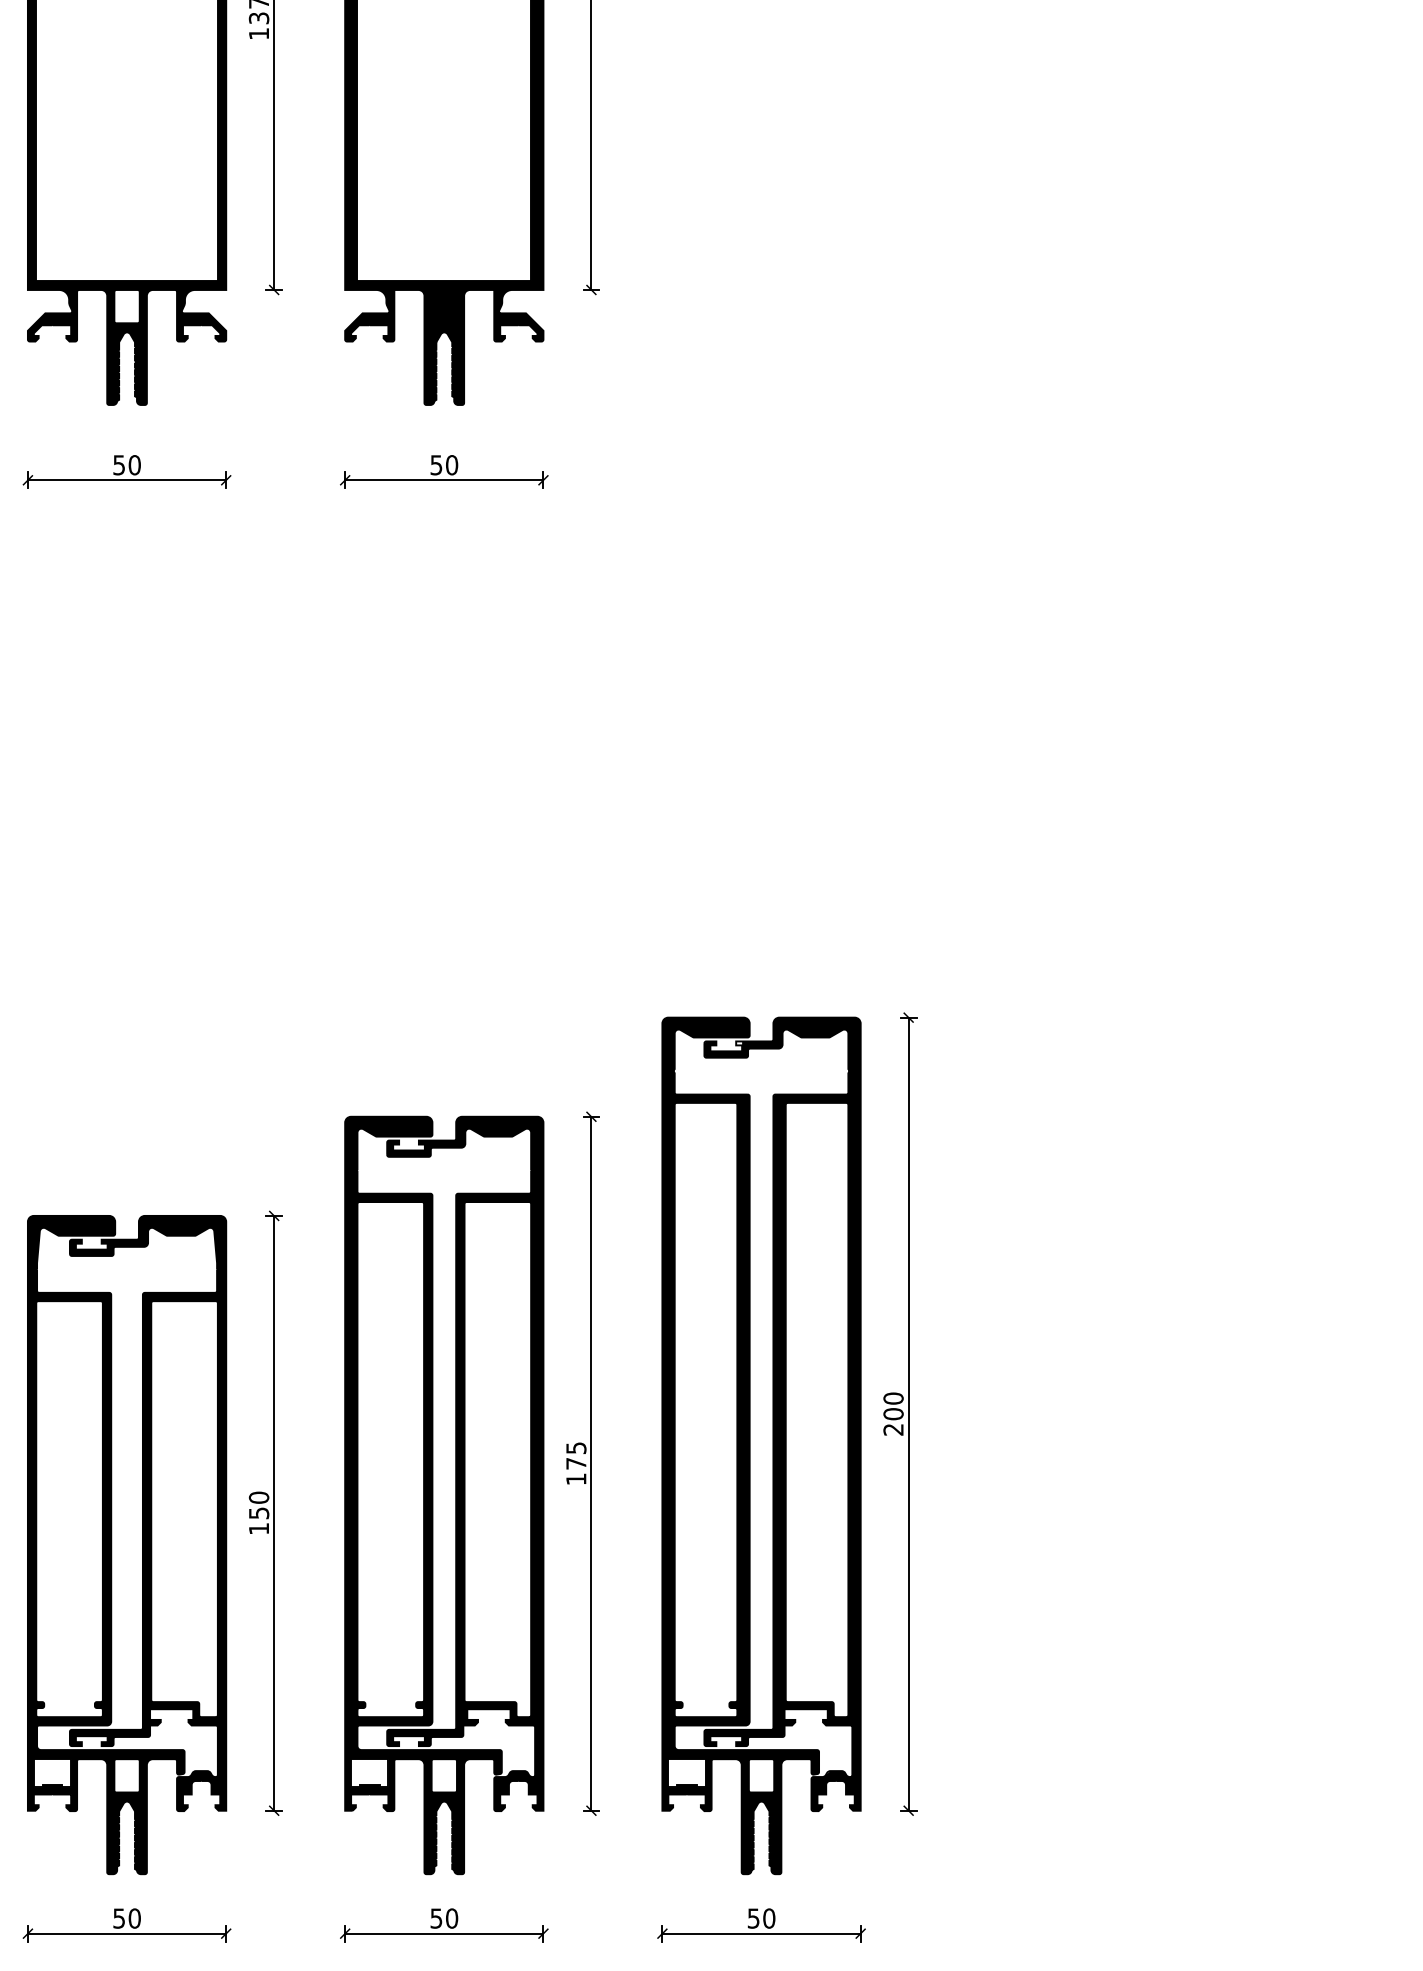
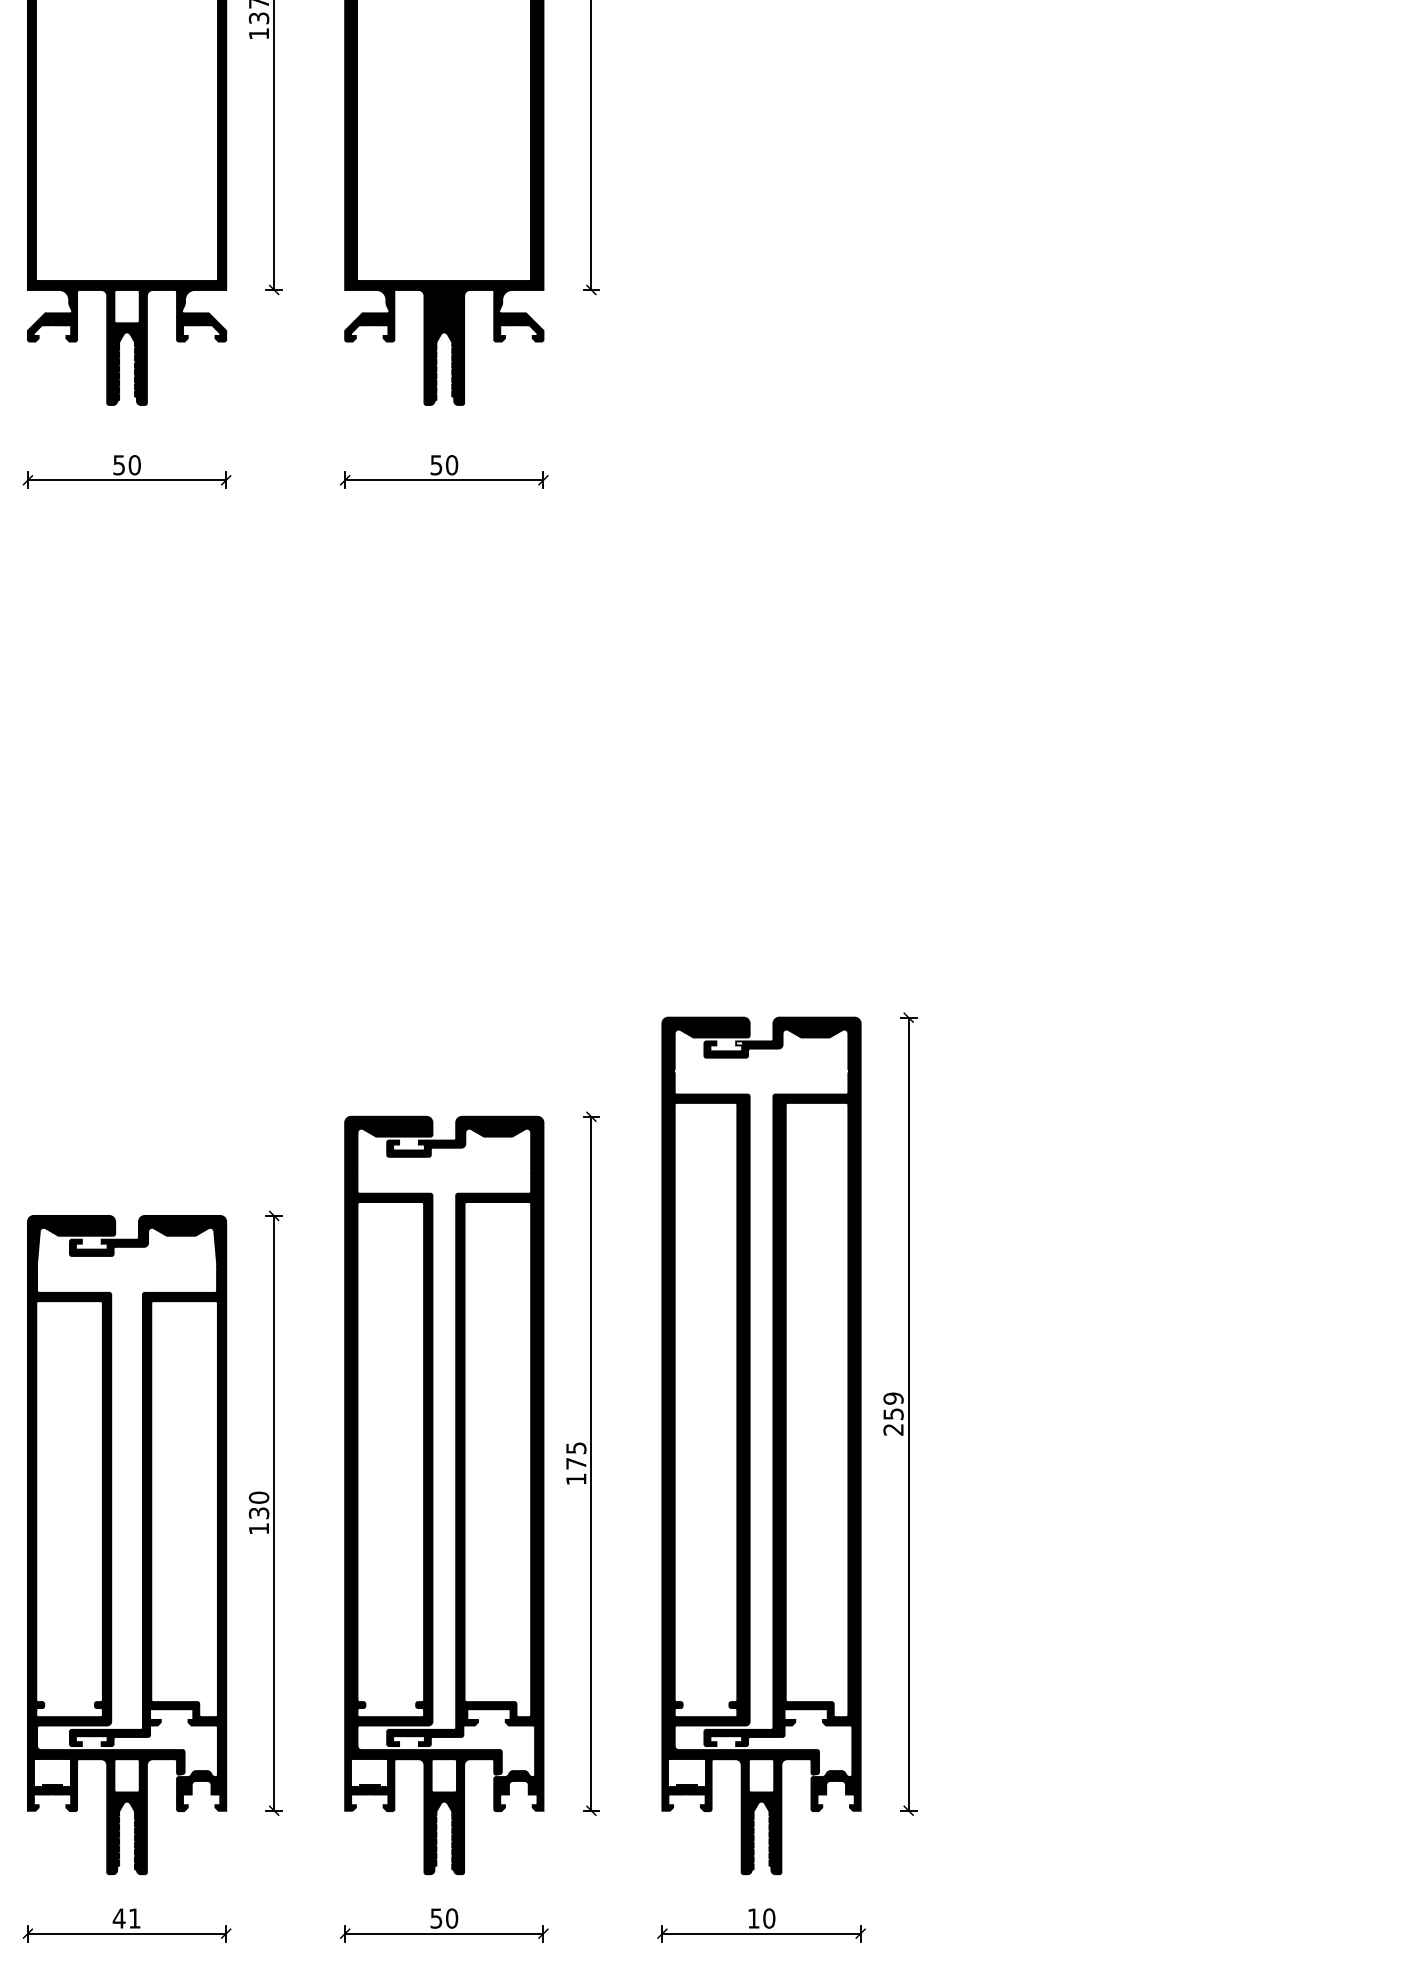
text at (893, 1406): 200 -> 259
text at (258, 1512): 150 -> 130
text at (126, 1918): 50 -> 41
text at (753, 1918): 50 -> 10
